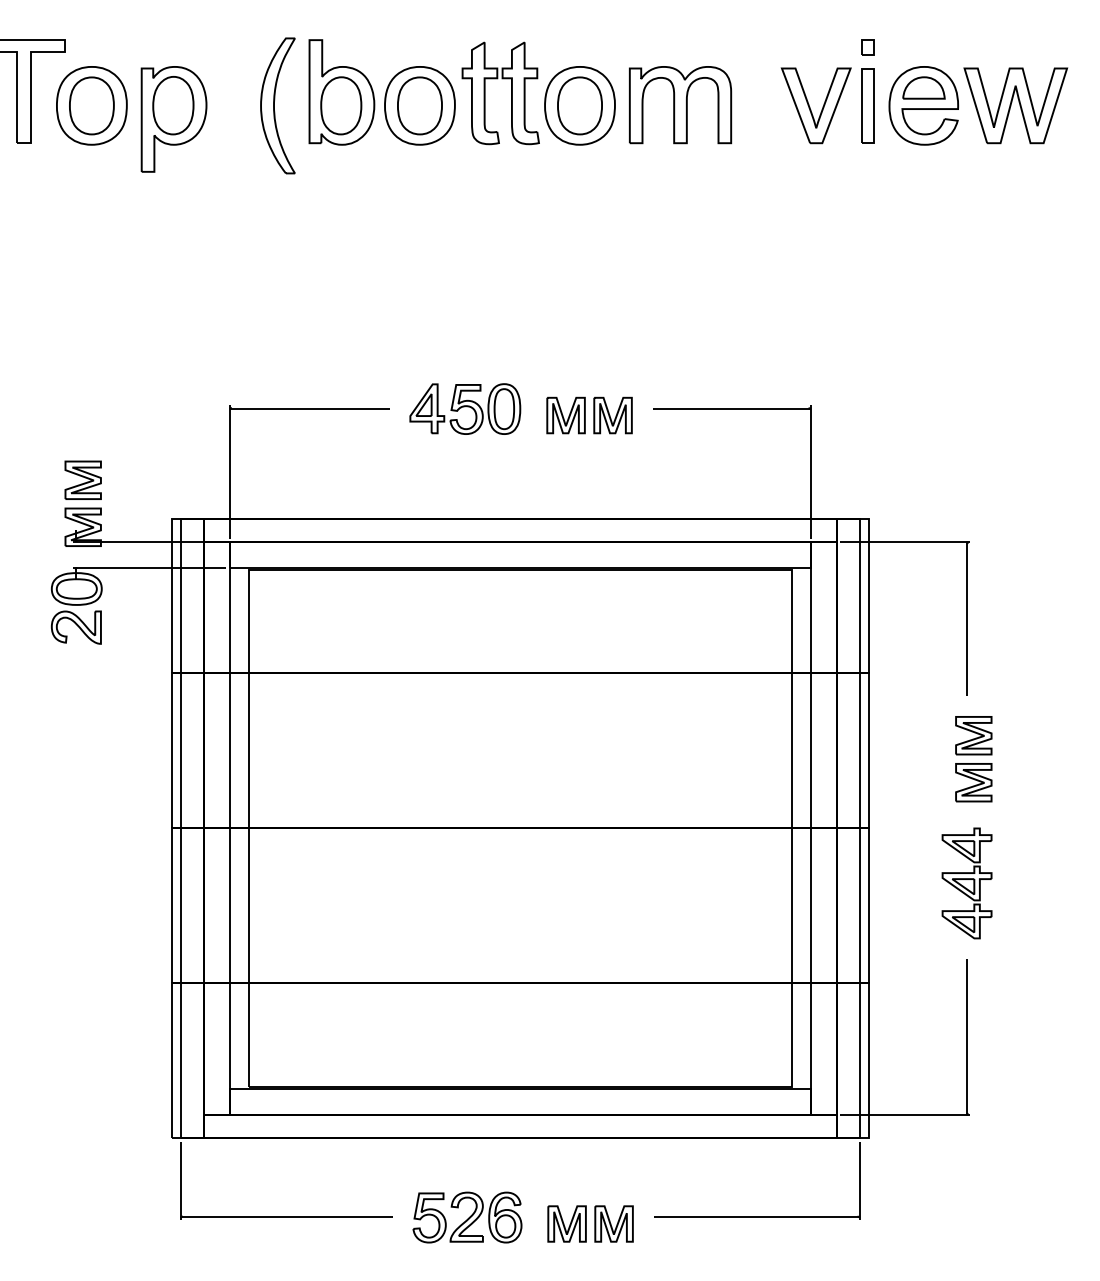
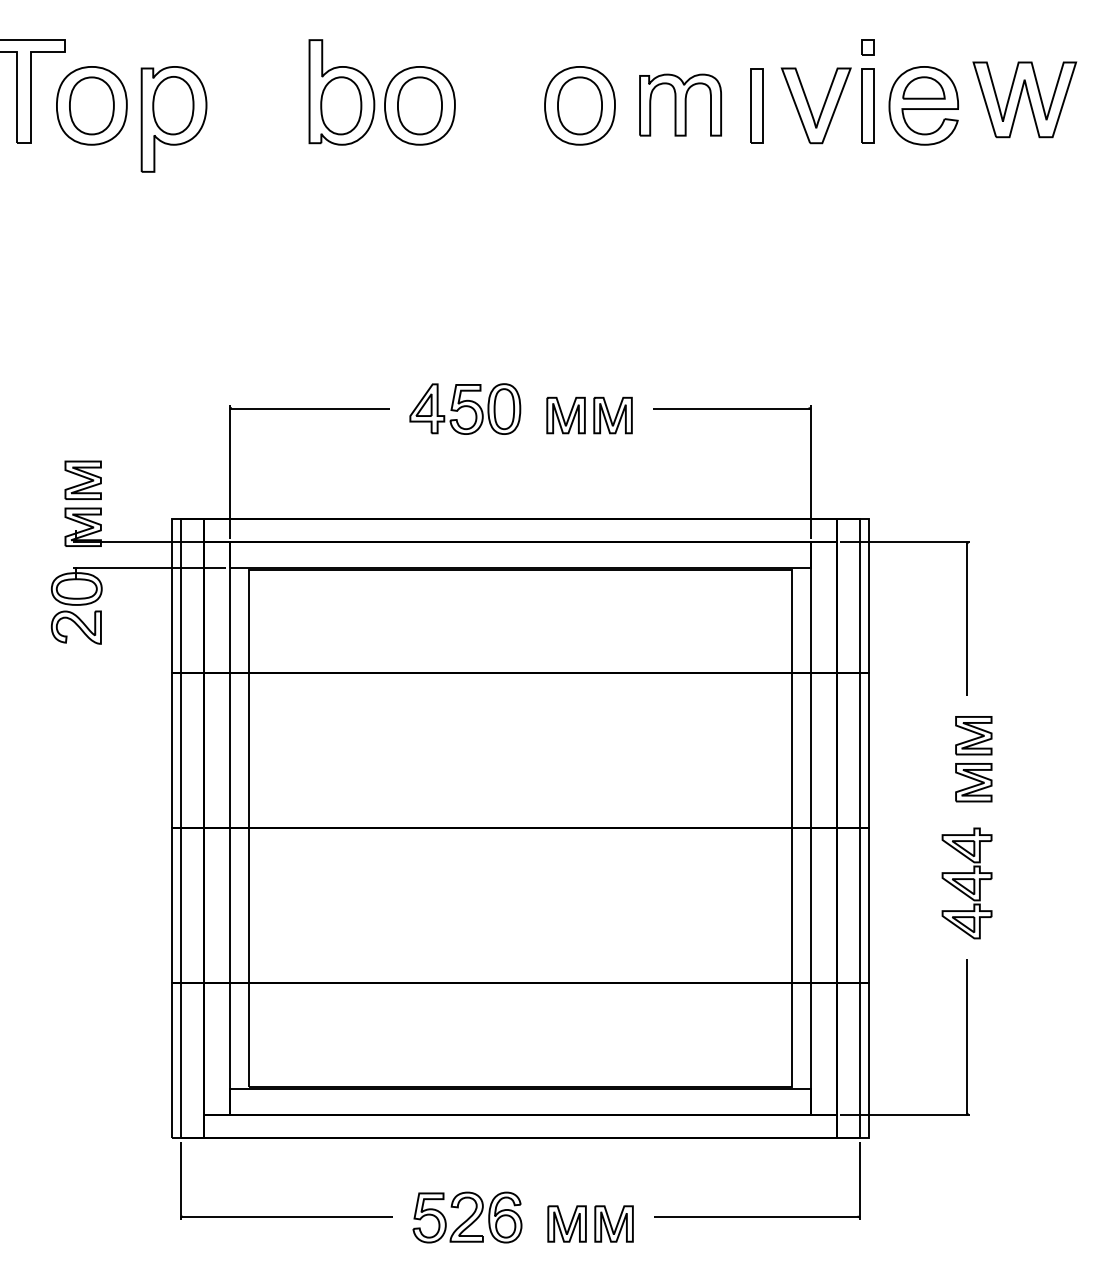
part at (511, 93): present -> none
part at (277, 105): present -> none
part at (680, 105) size: 104x79 px -> 83x64 px
part at (756, 105): none -> present
part at (1015, 105) position: (1015, 105) -> (1024, 99)
